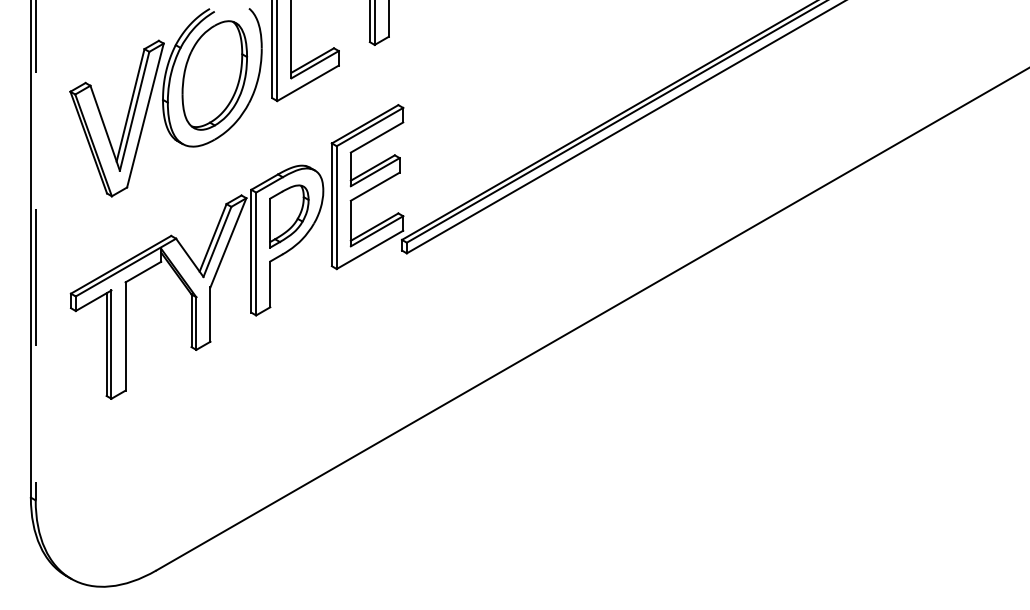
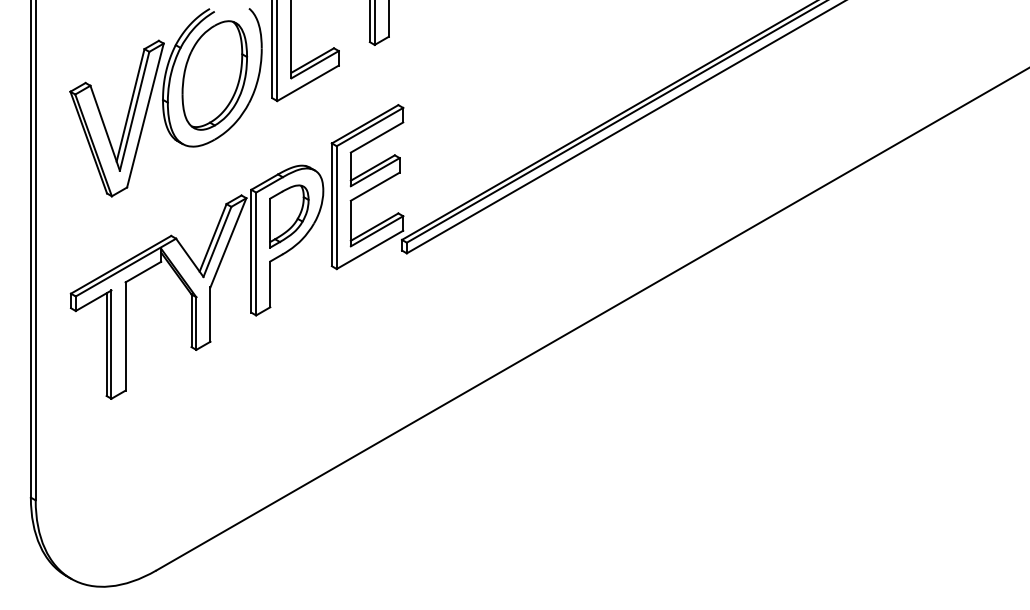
line at (35, 250): dashed -> solid
